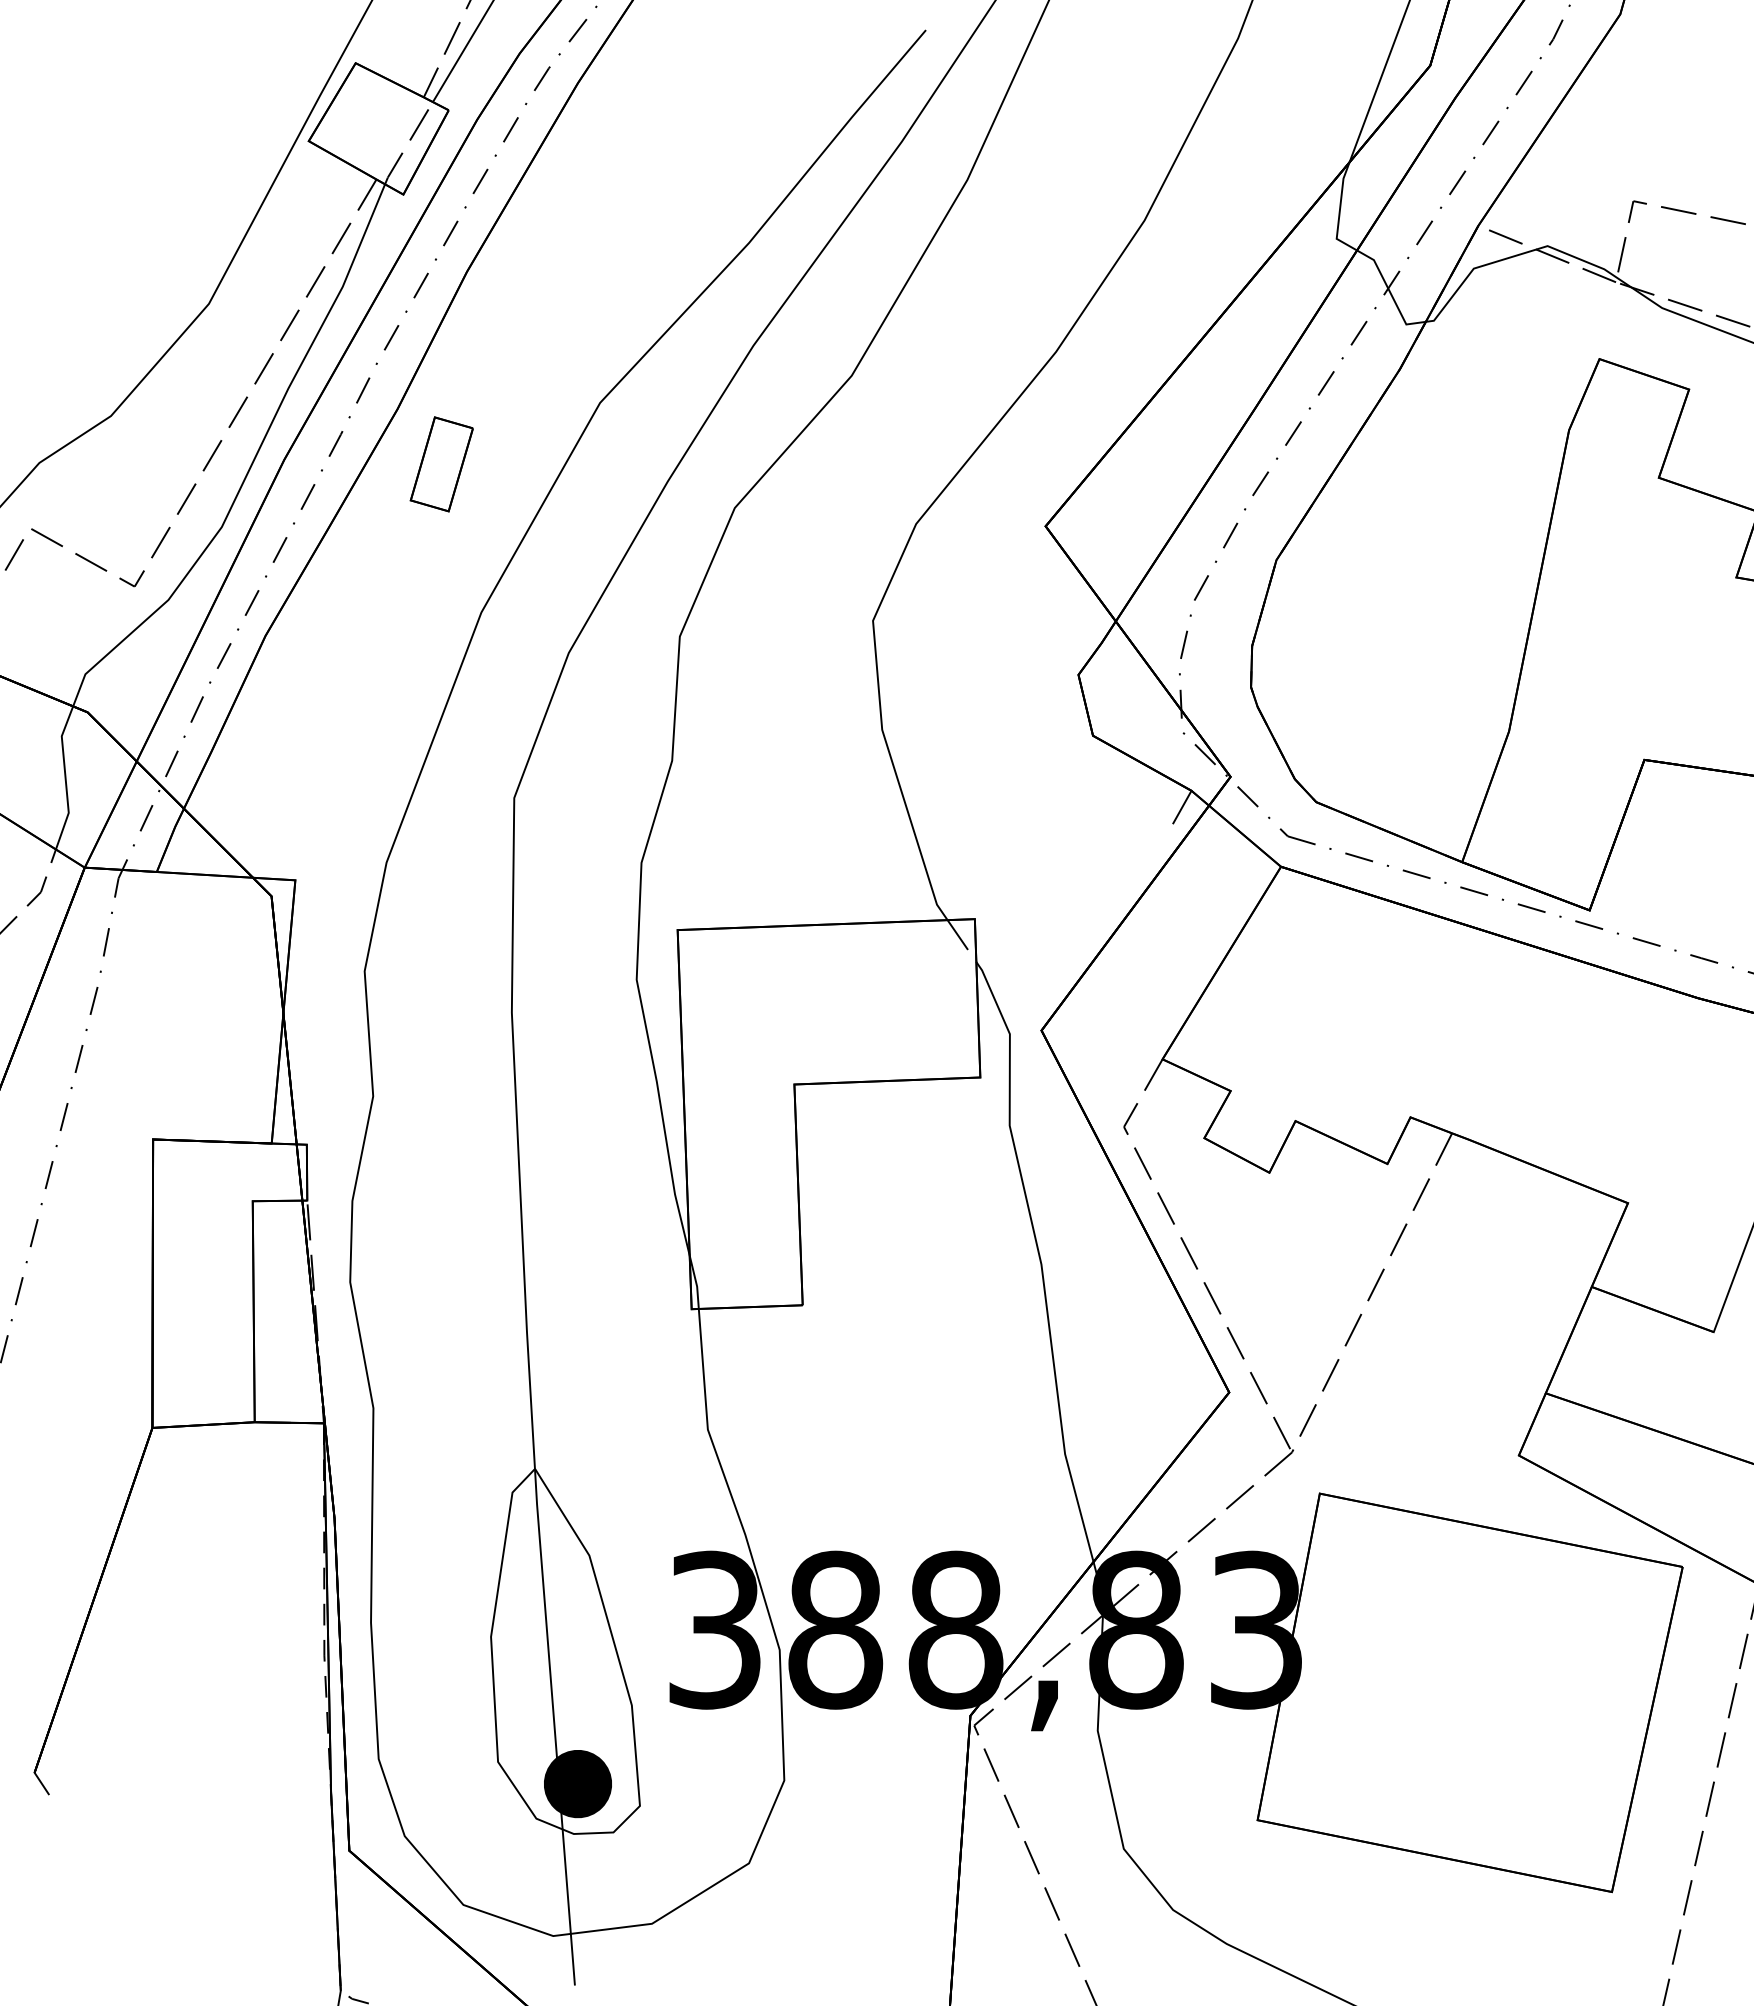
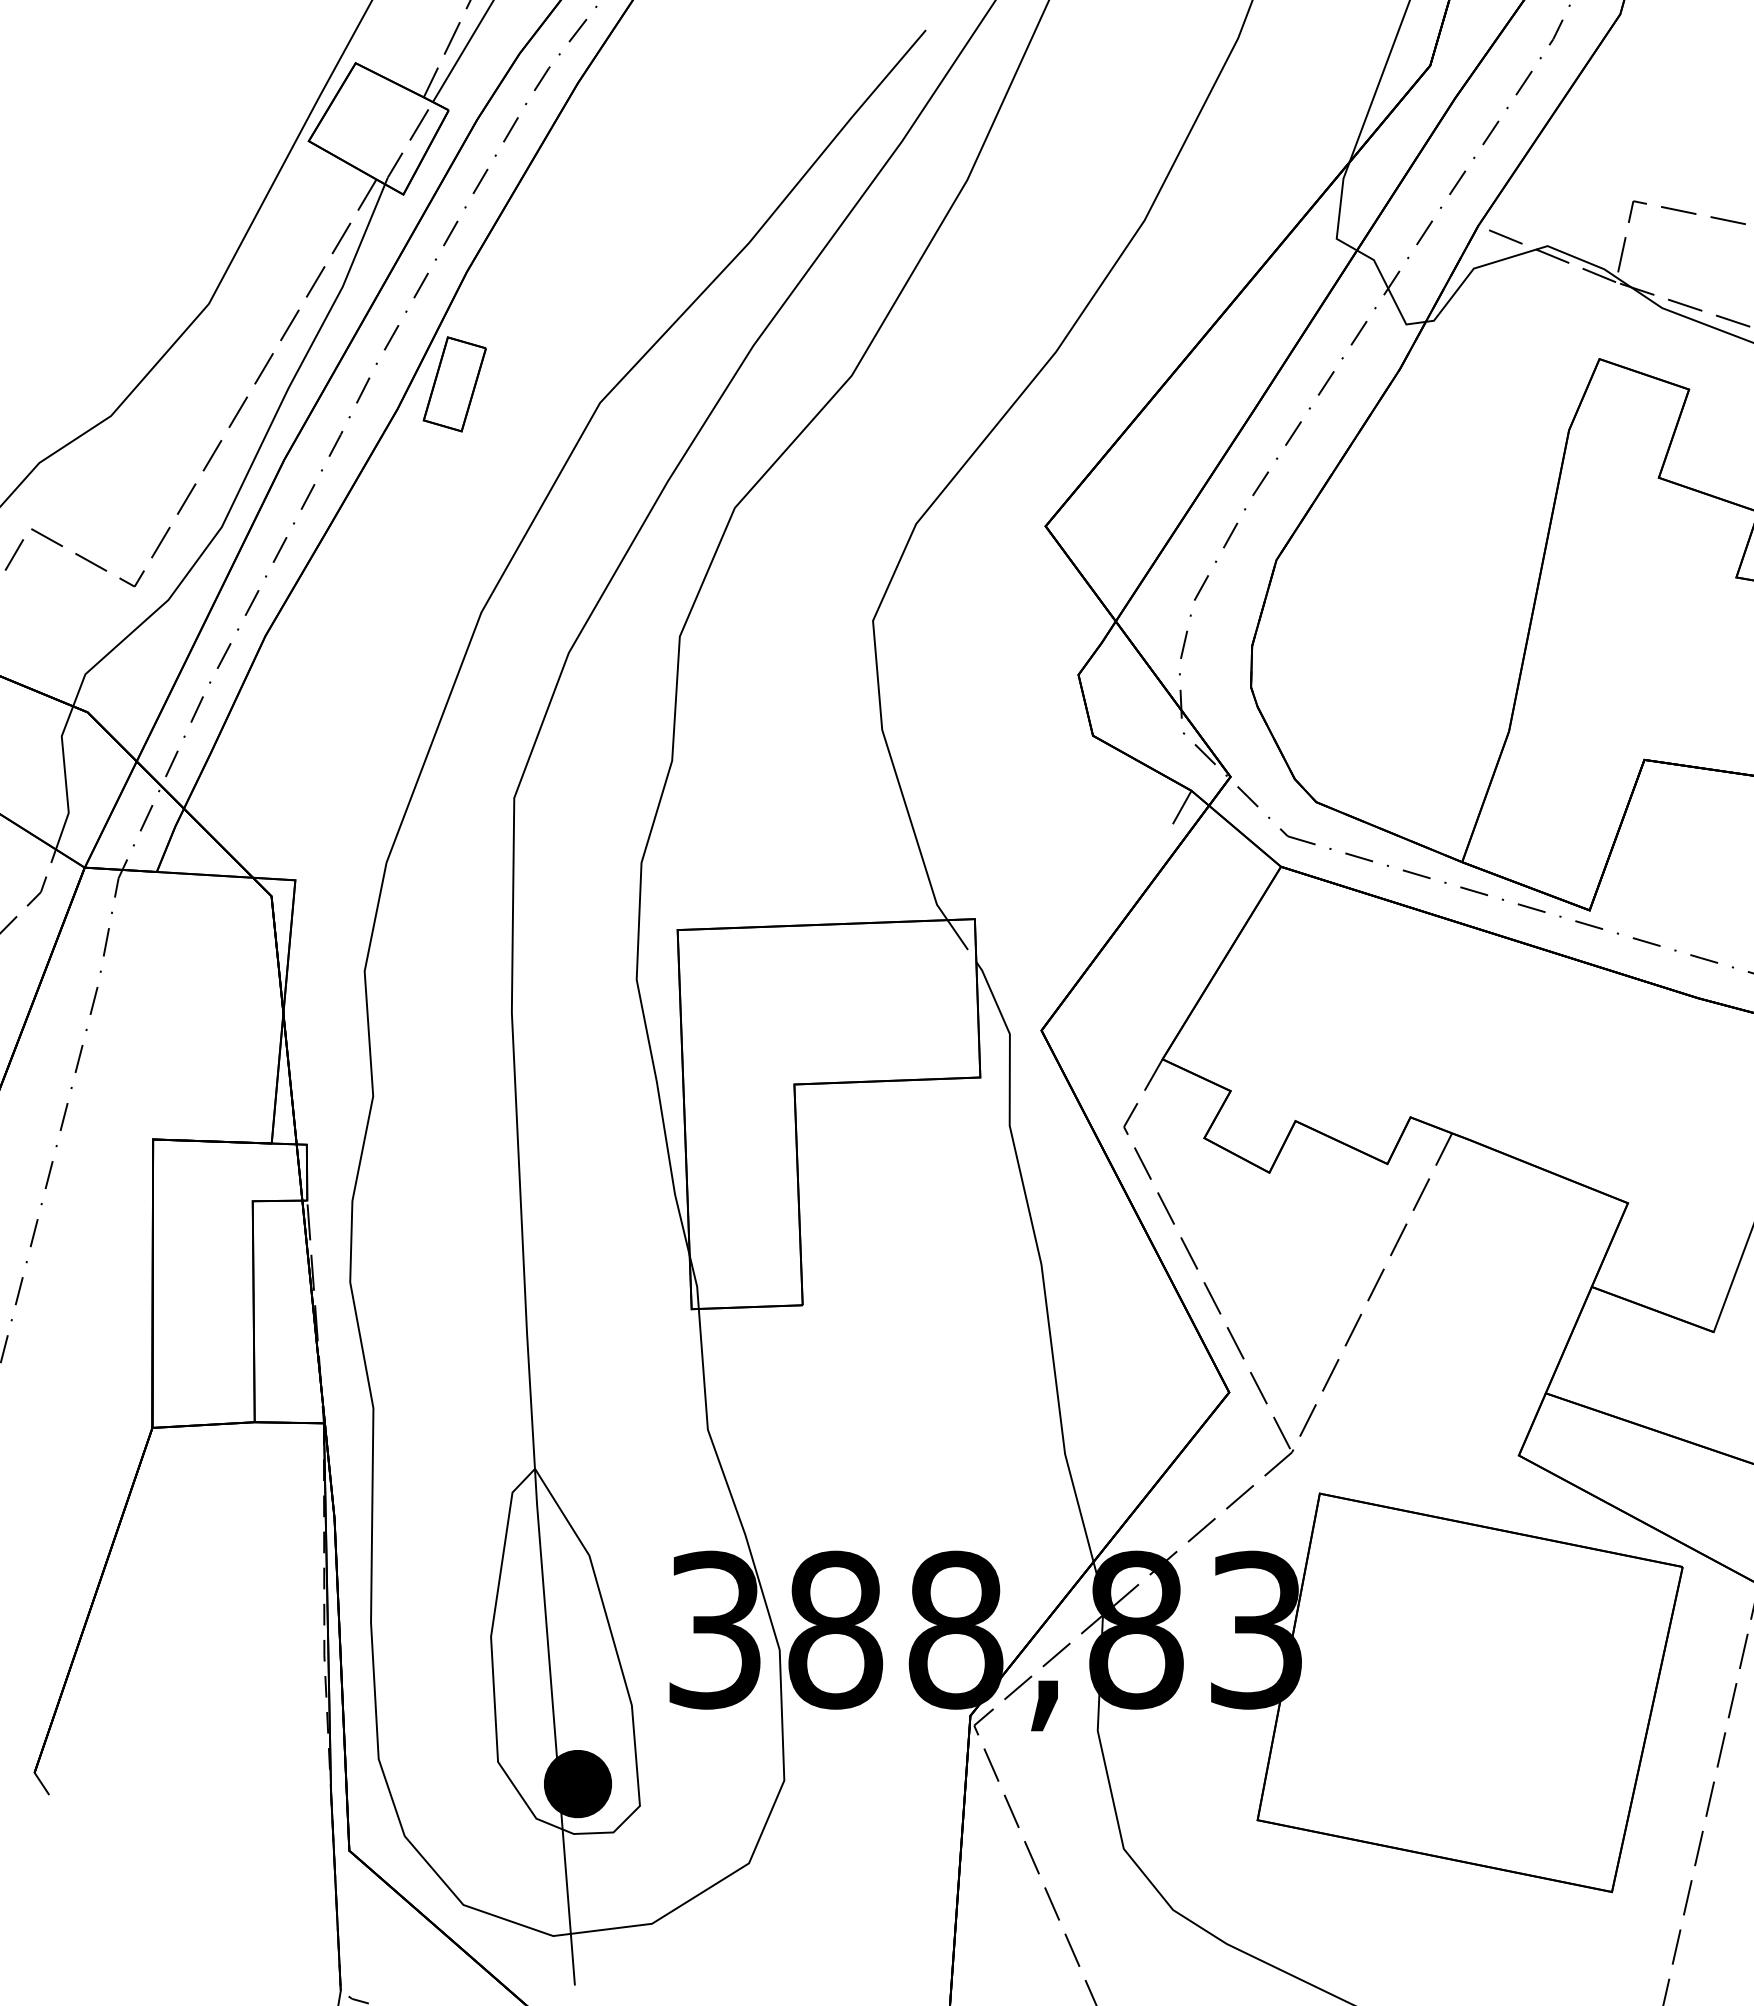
part at (441, 464) position: (441, 464) -> (454, 384)
